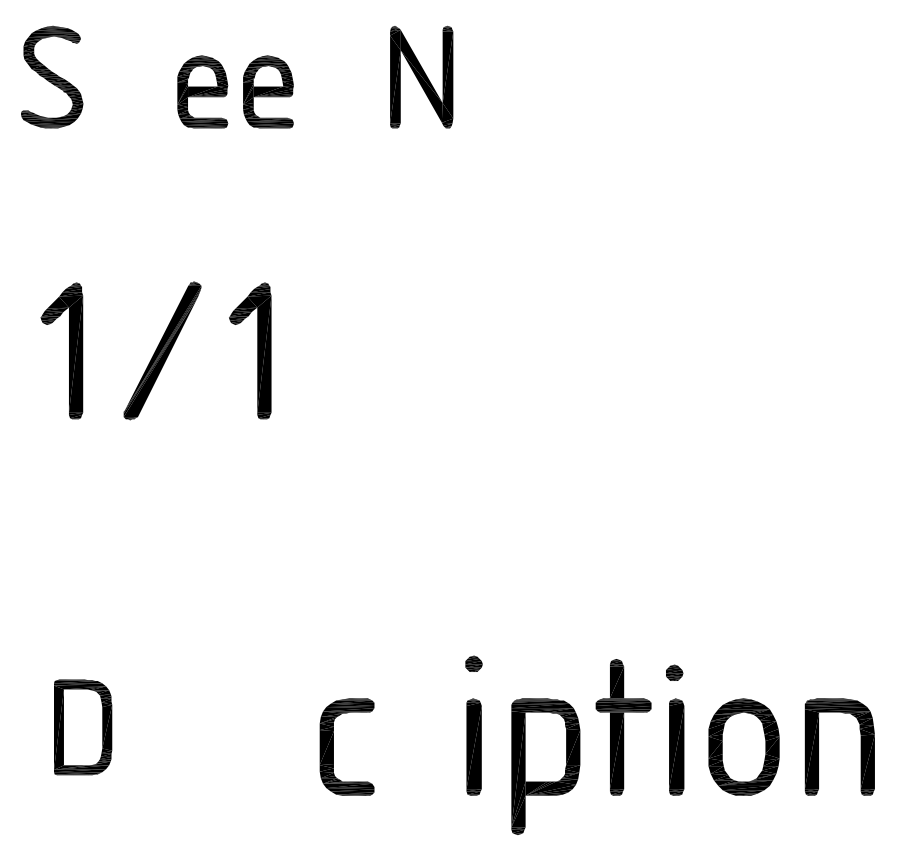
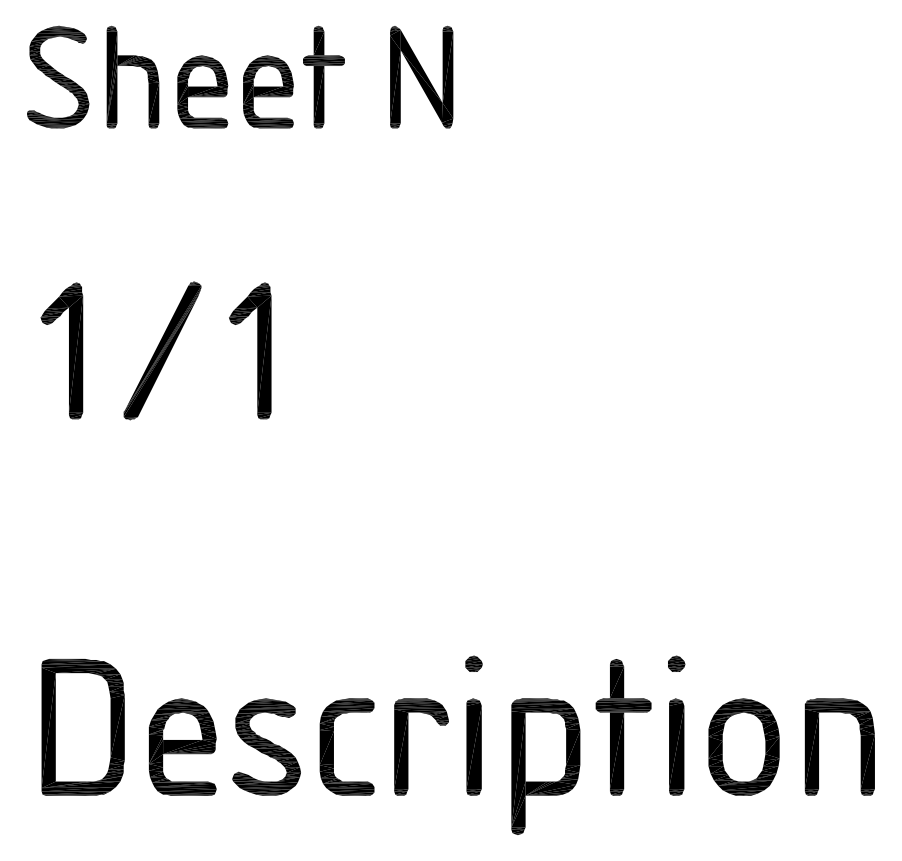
part at (133, 66): none -> present
part at (52, 76) position: (52, 76) -> (58, 76)
part at (323, 76): none -> present
part at (674, 672) position: (674, 672) -> (676, 663)
part at (83, 727) size: 59x97 px -> 84x137 px
part at (182, 746): none -> present
part at (266, 746): none -> present
part at (408, 746): none -> present
